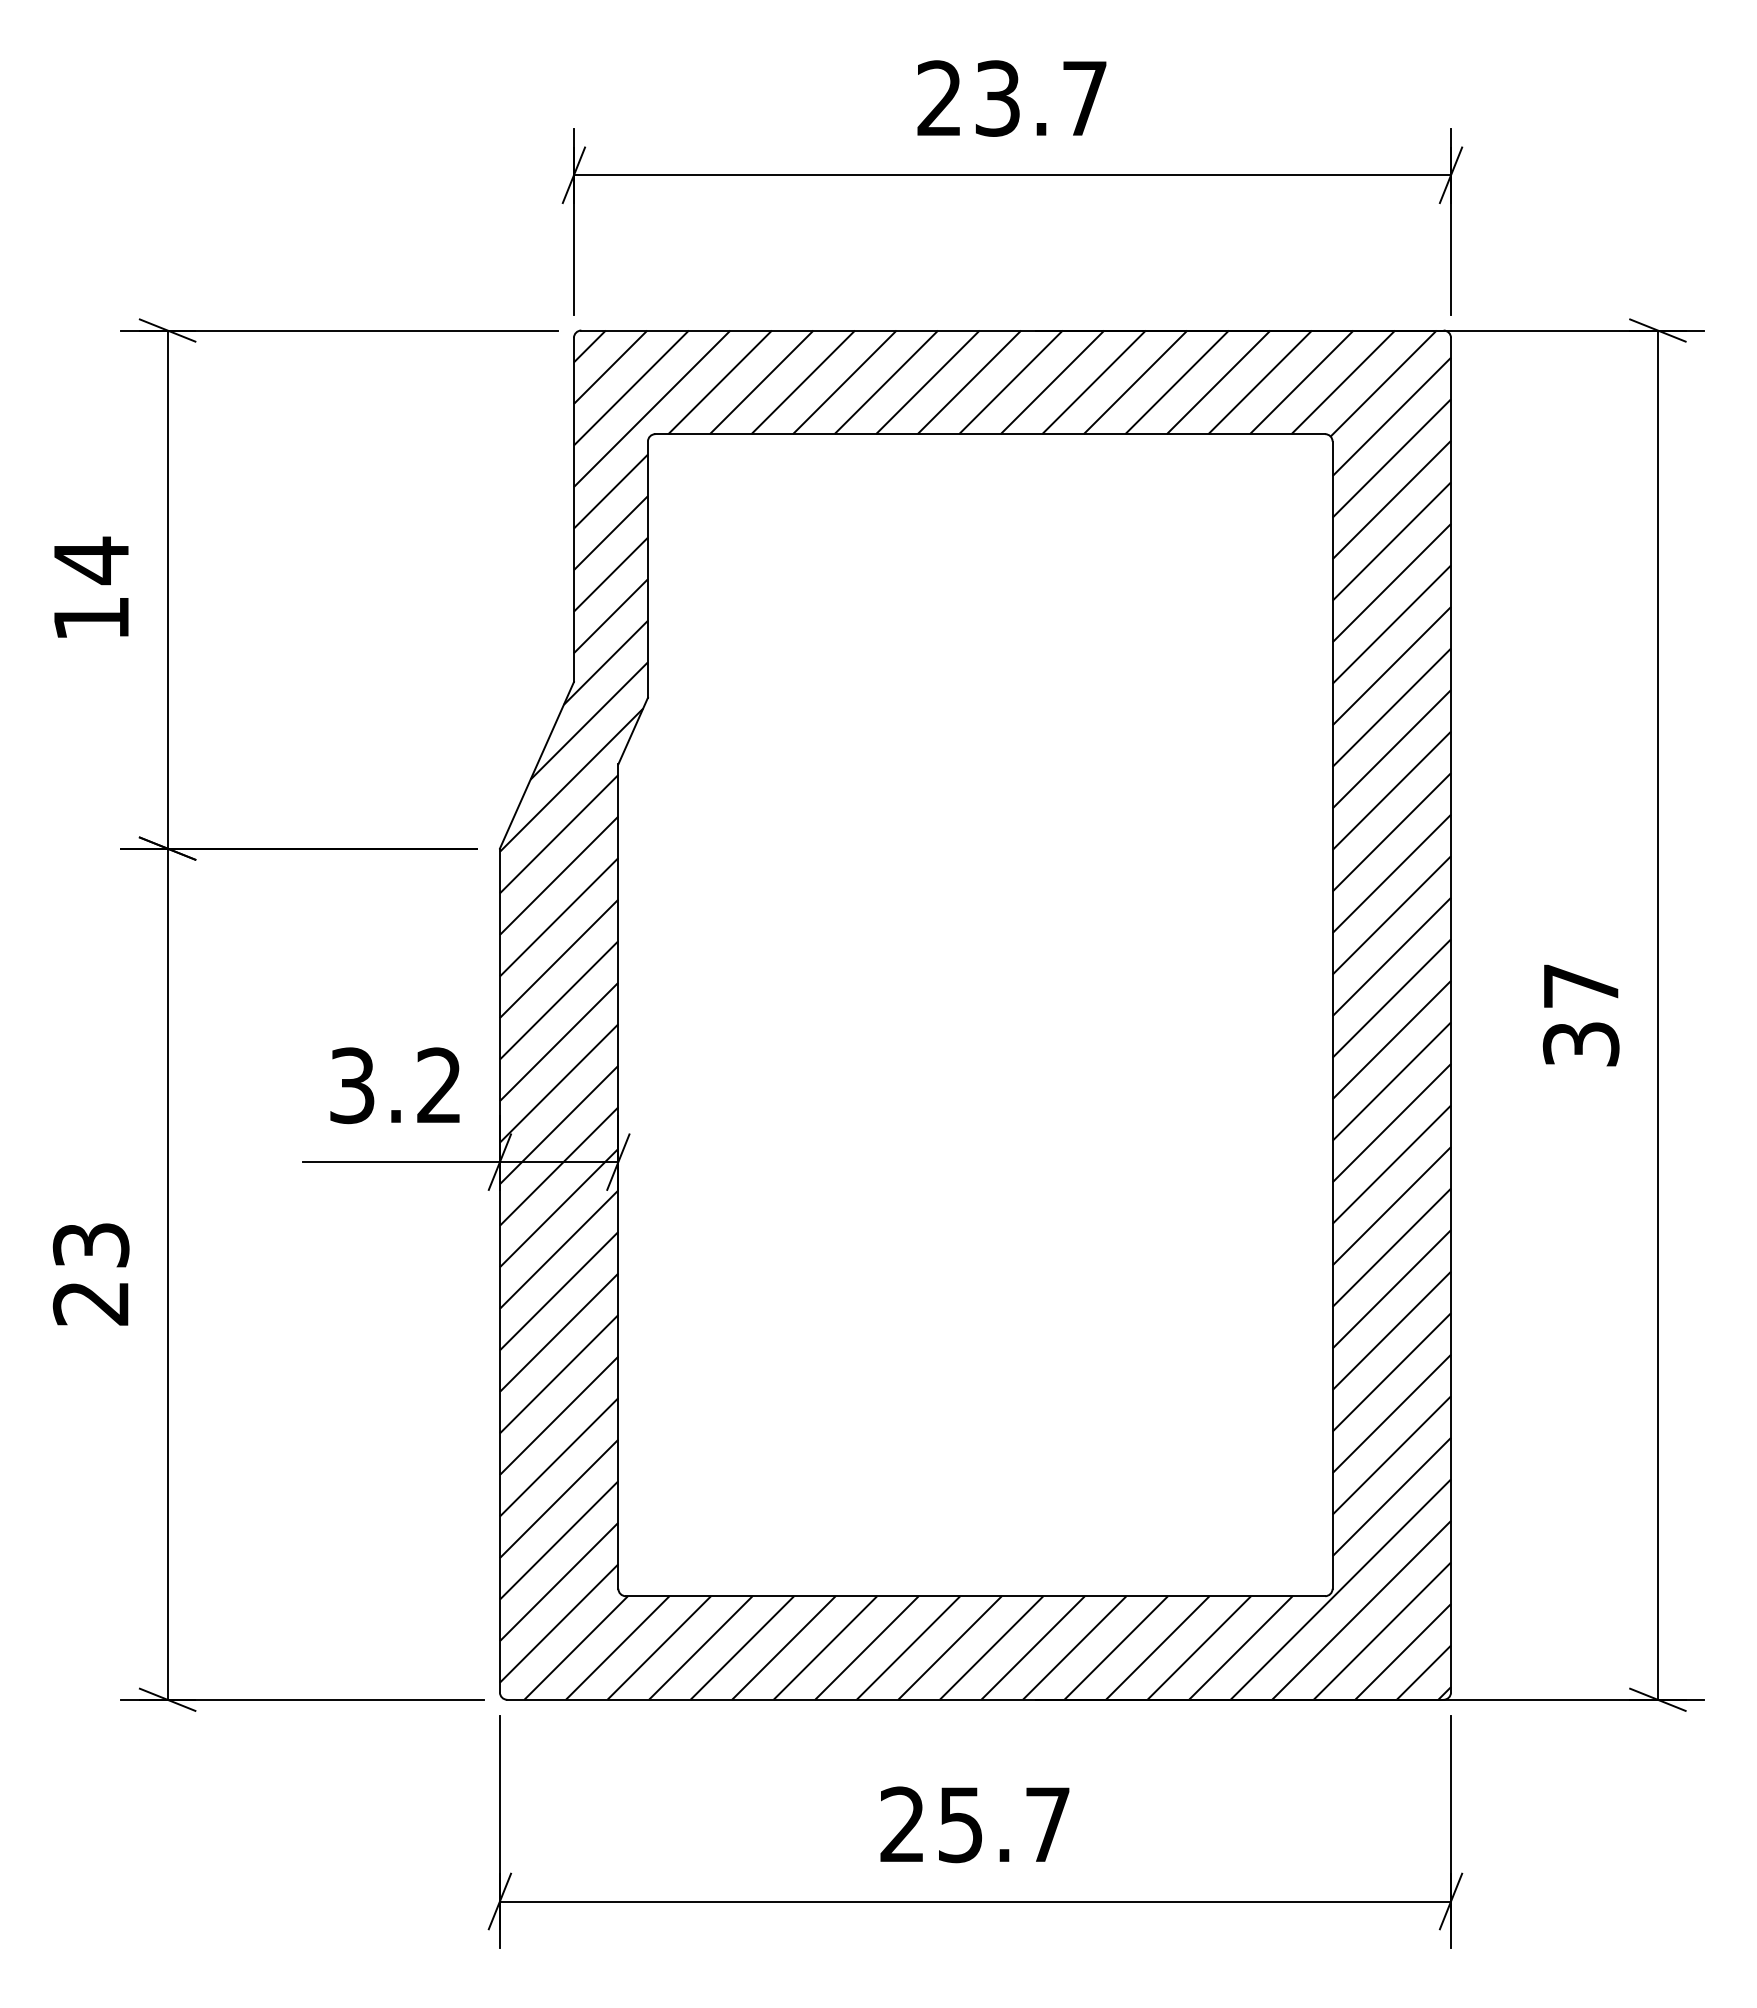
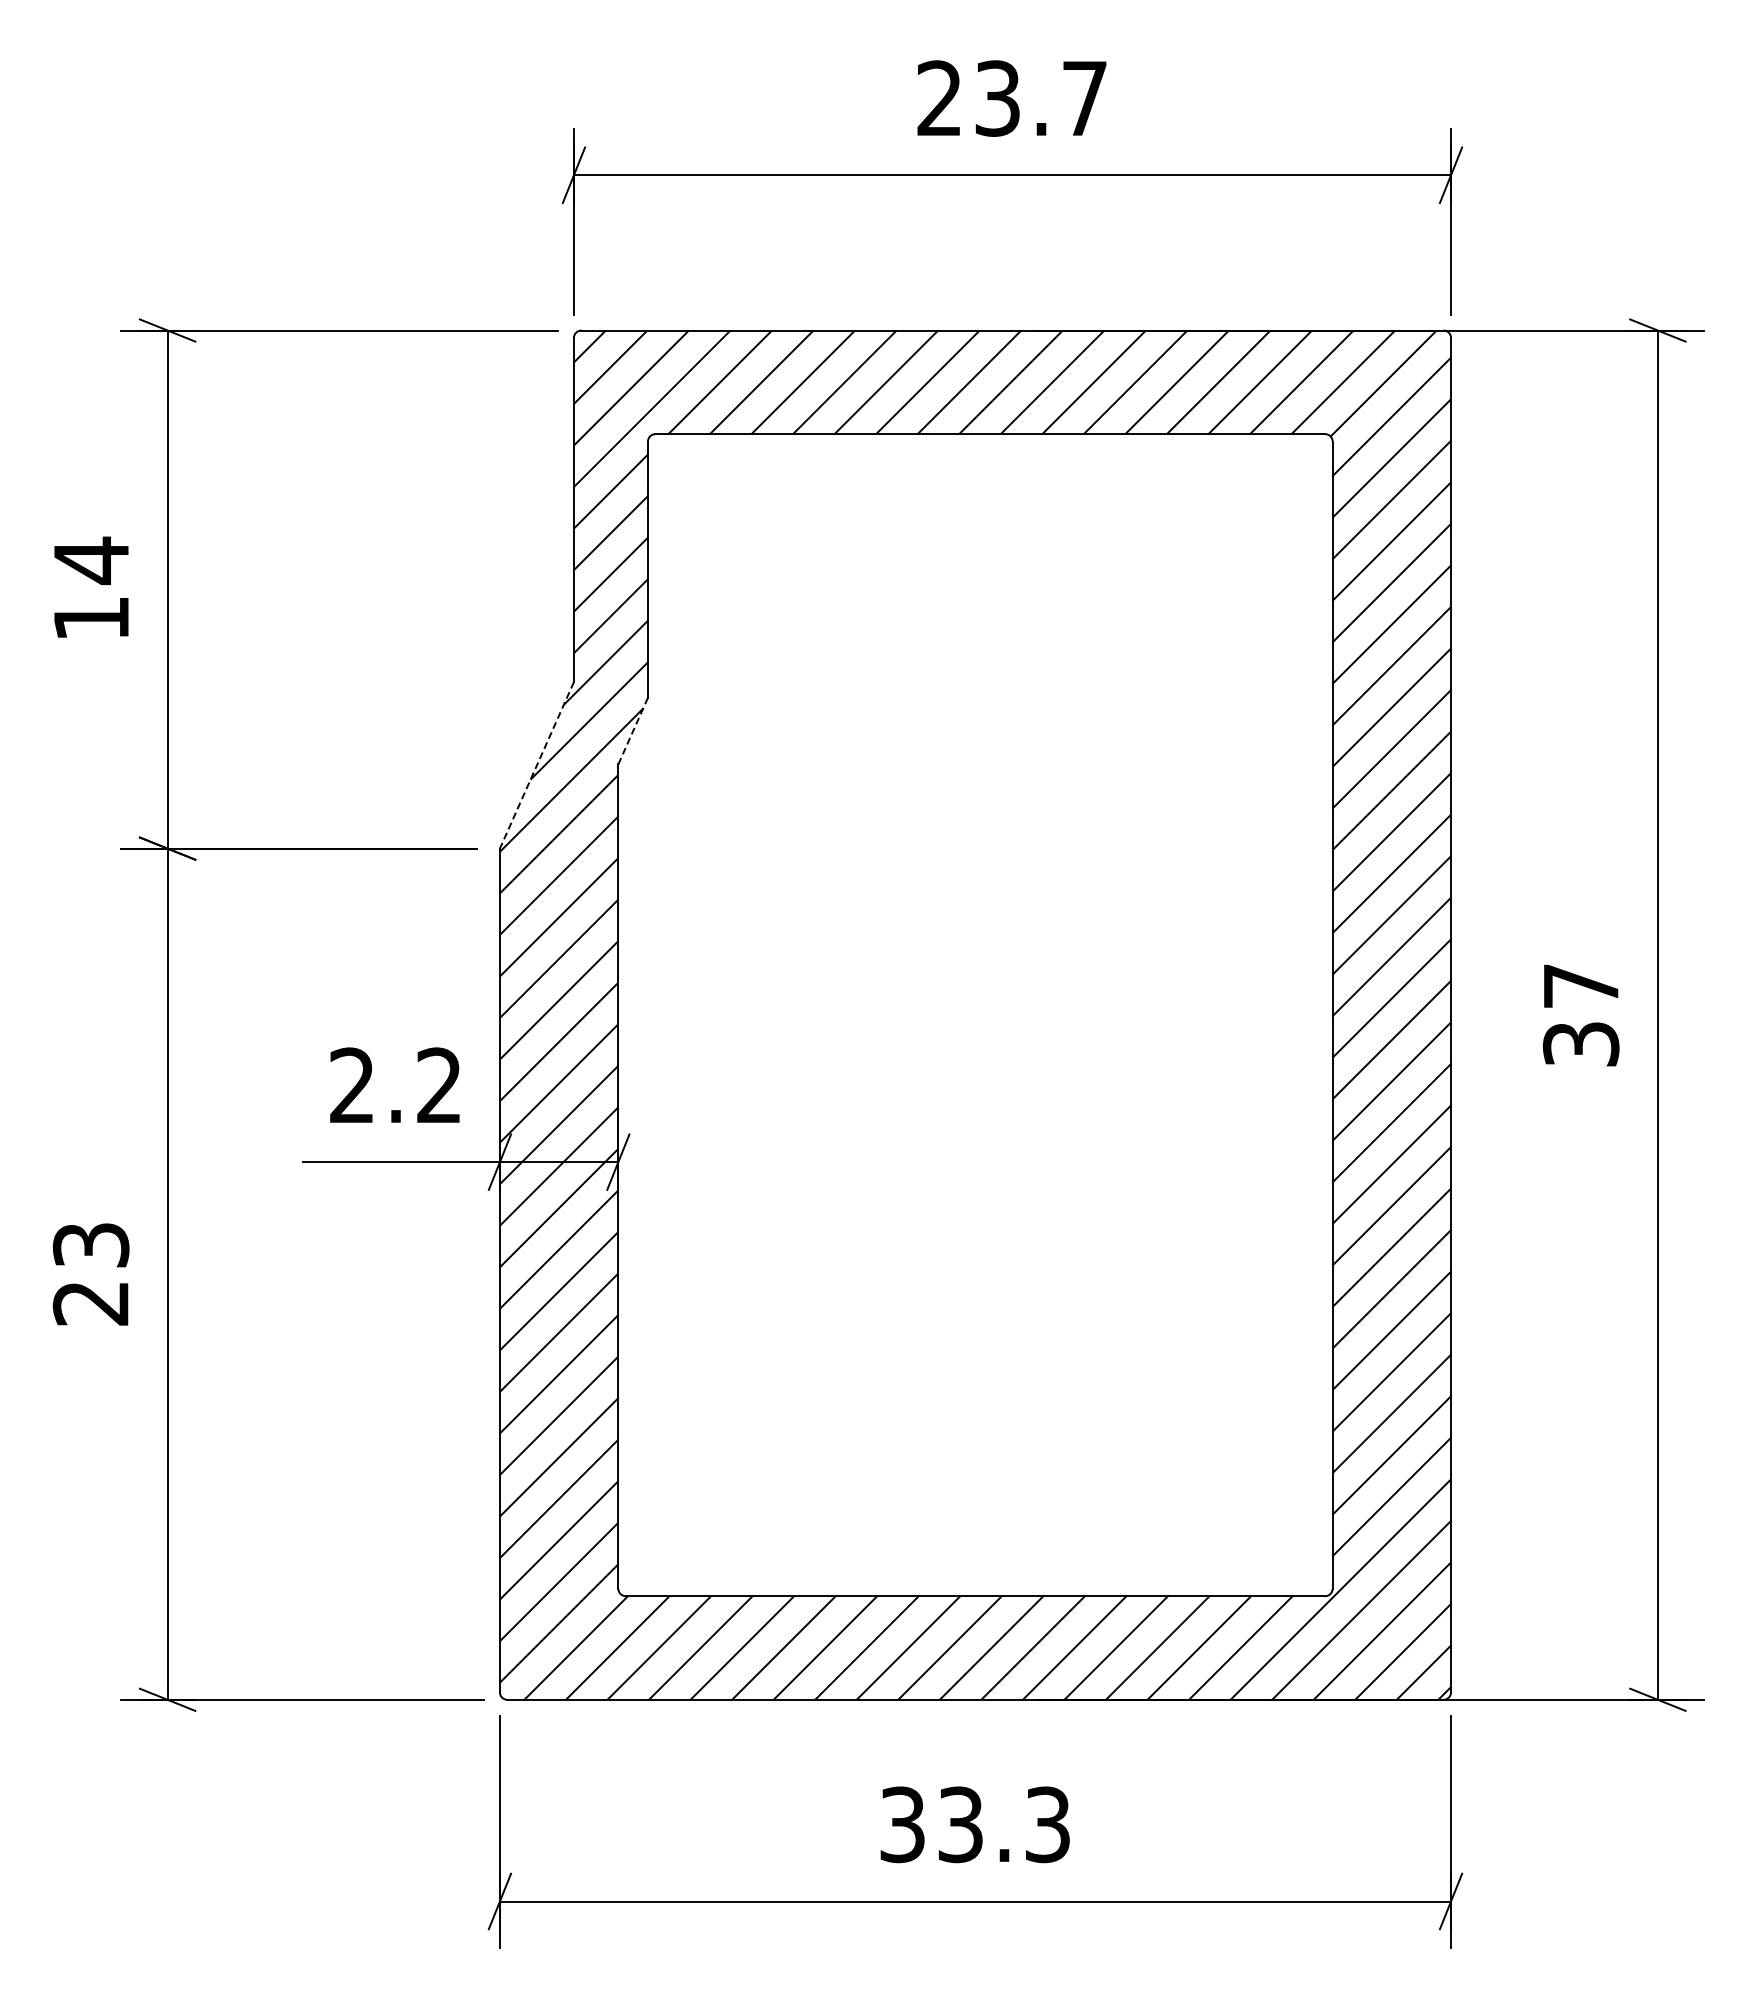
line at (632, 731): solid -> dashed
line at (536, 765): solid -> dashed
text at (352, 1085): 3.2 -> 2.2
text at (974, 1824): 25.7 -> 33.3
